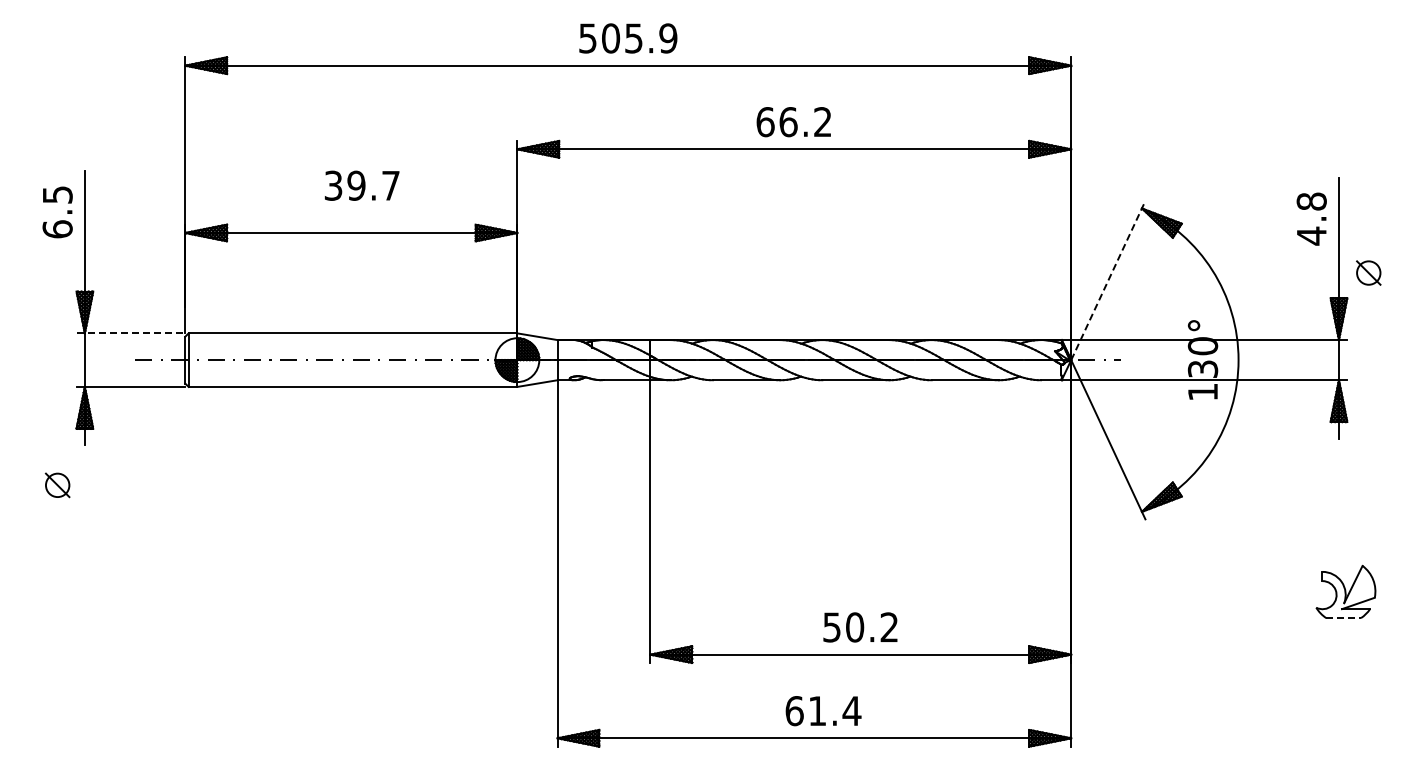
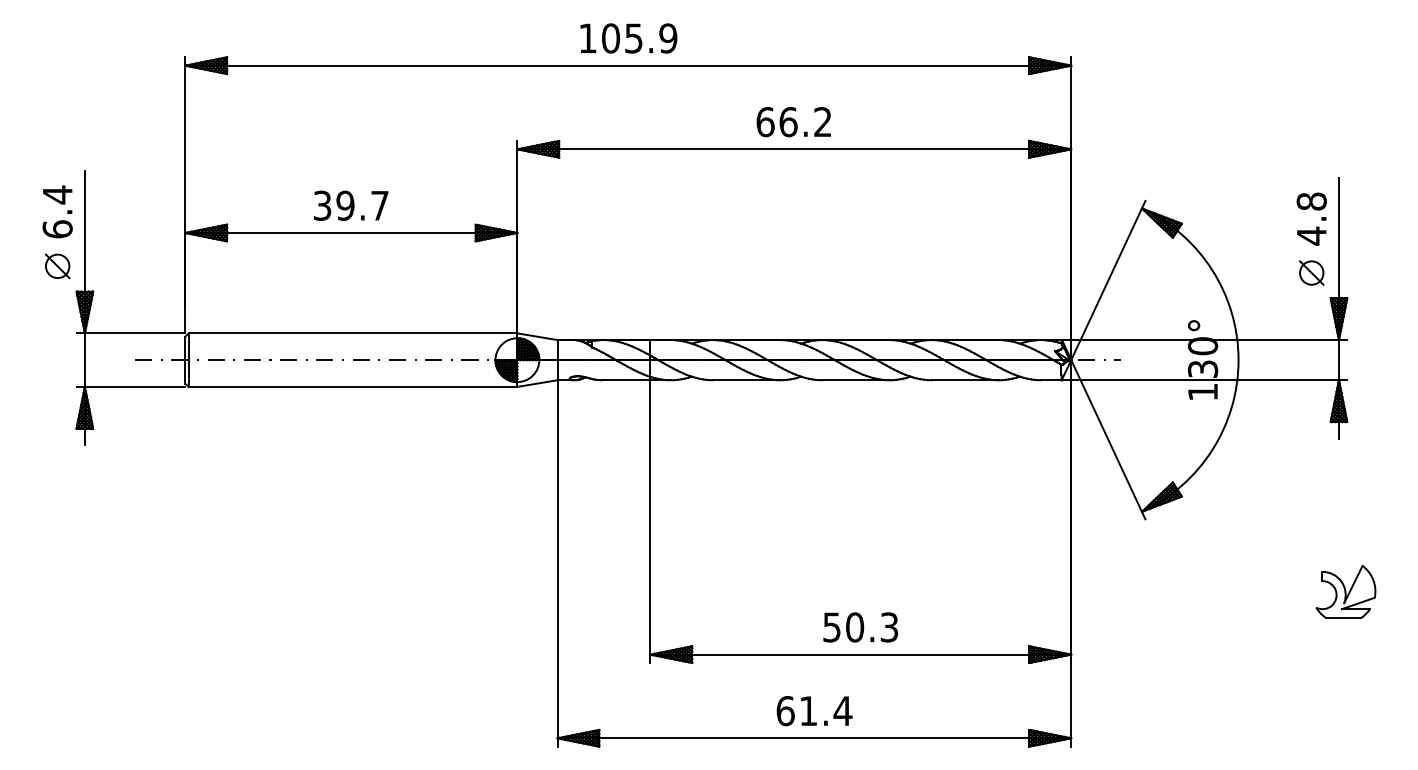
text at (587, 38): 505.9 -> 105.9
text at (362, 185) position: (362, 185) -> (351, 205)
text at (57, 194): 6.5 -> 6.4
part at (1368, 272) position: (1368, 272) -> (1311, 272)
line at (1108, 280): dashed -> solid
line at (131, 333): dashed -> solid
part at (57, 485) position: (57, 485) -> (57, 266)
line at (1344, 618): dashed -> solid
text at (889, 627): 50.2 -> 50.3
text at (823, 711) position: (823, 711) -> (814, 711)
